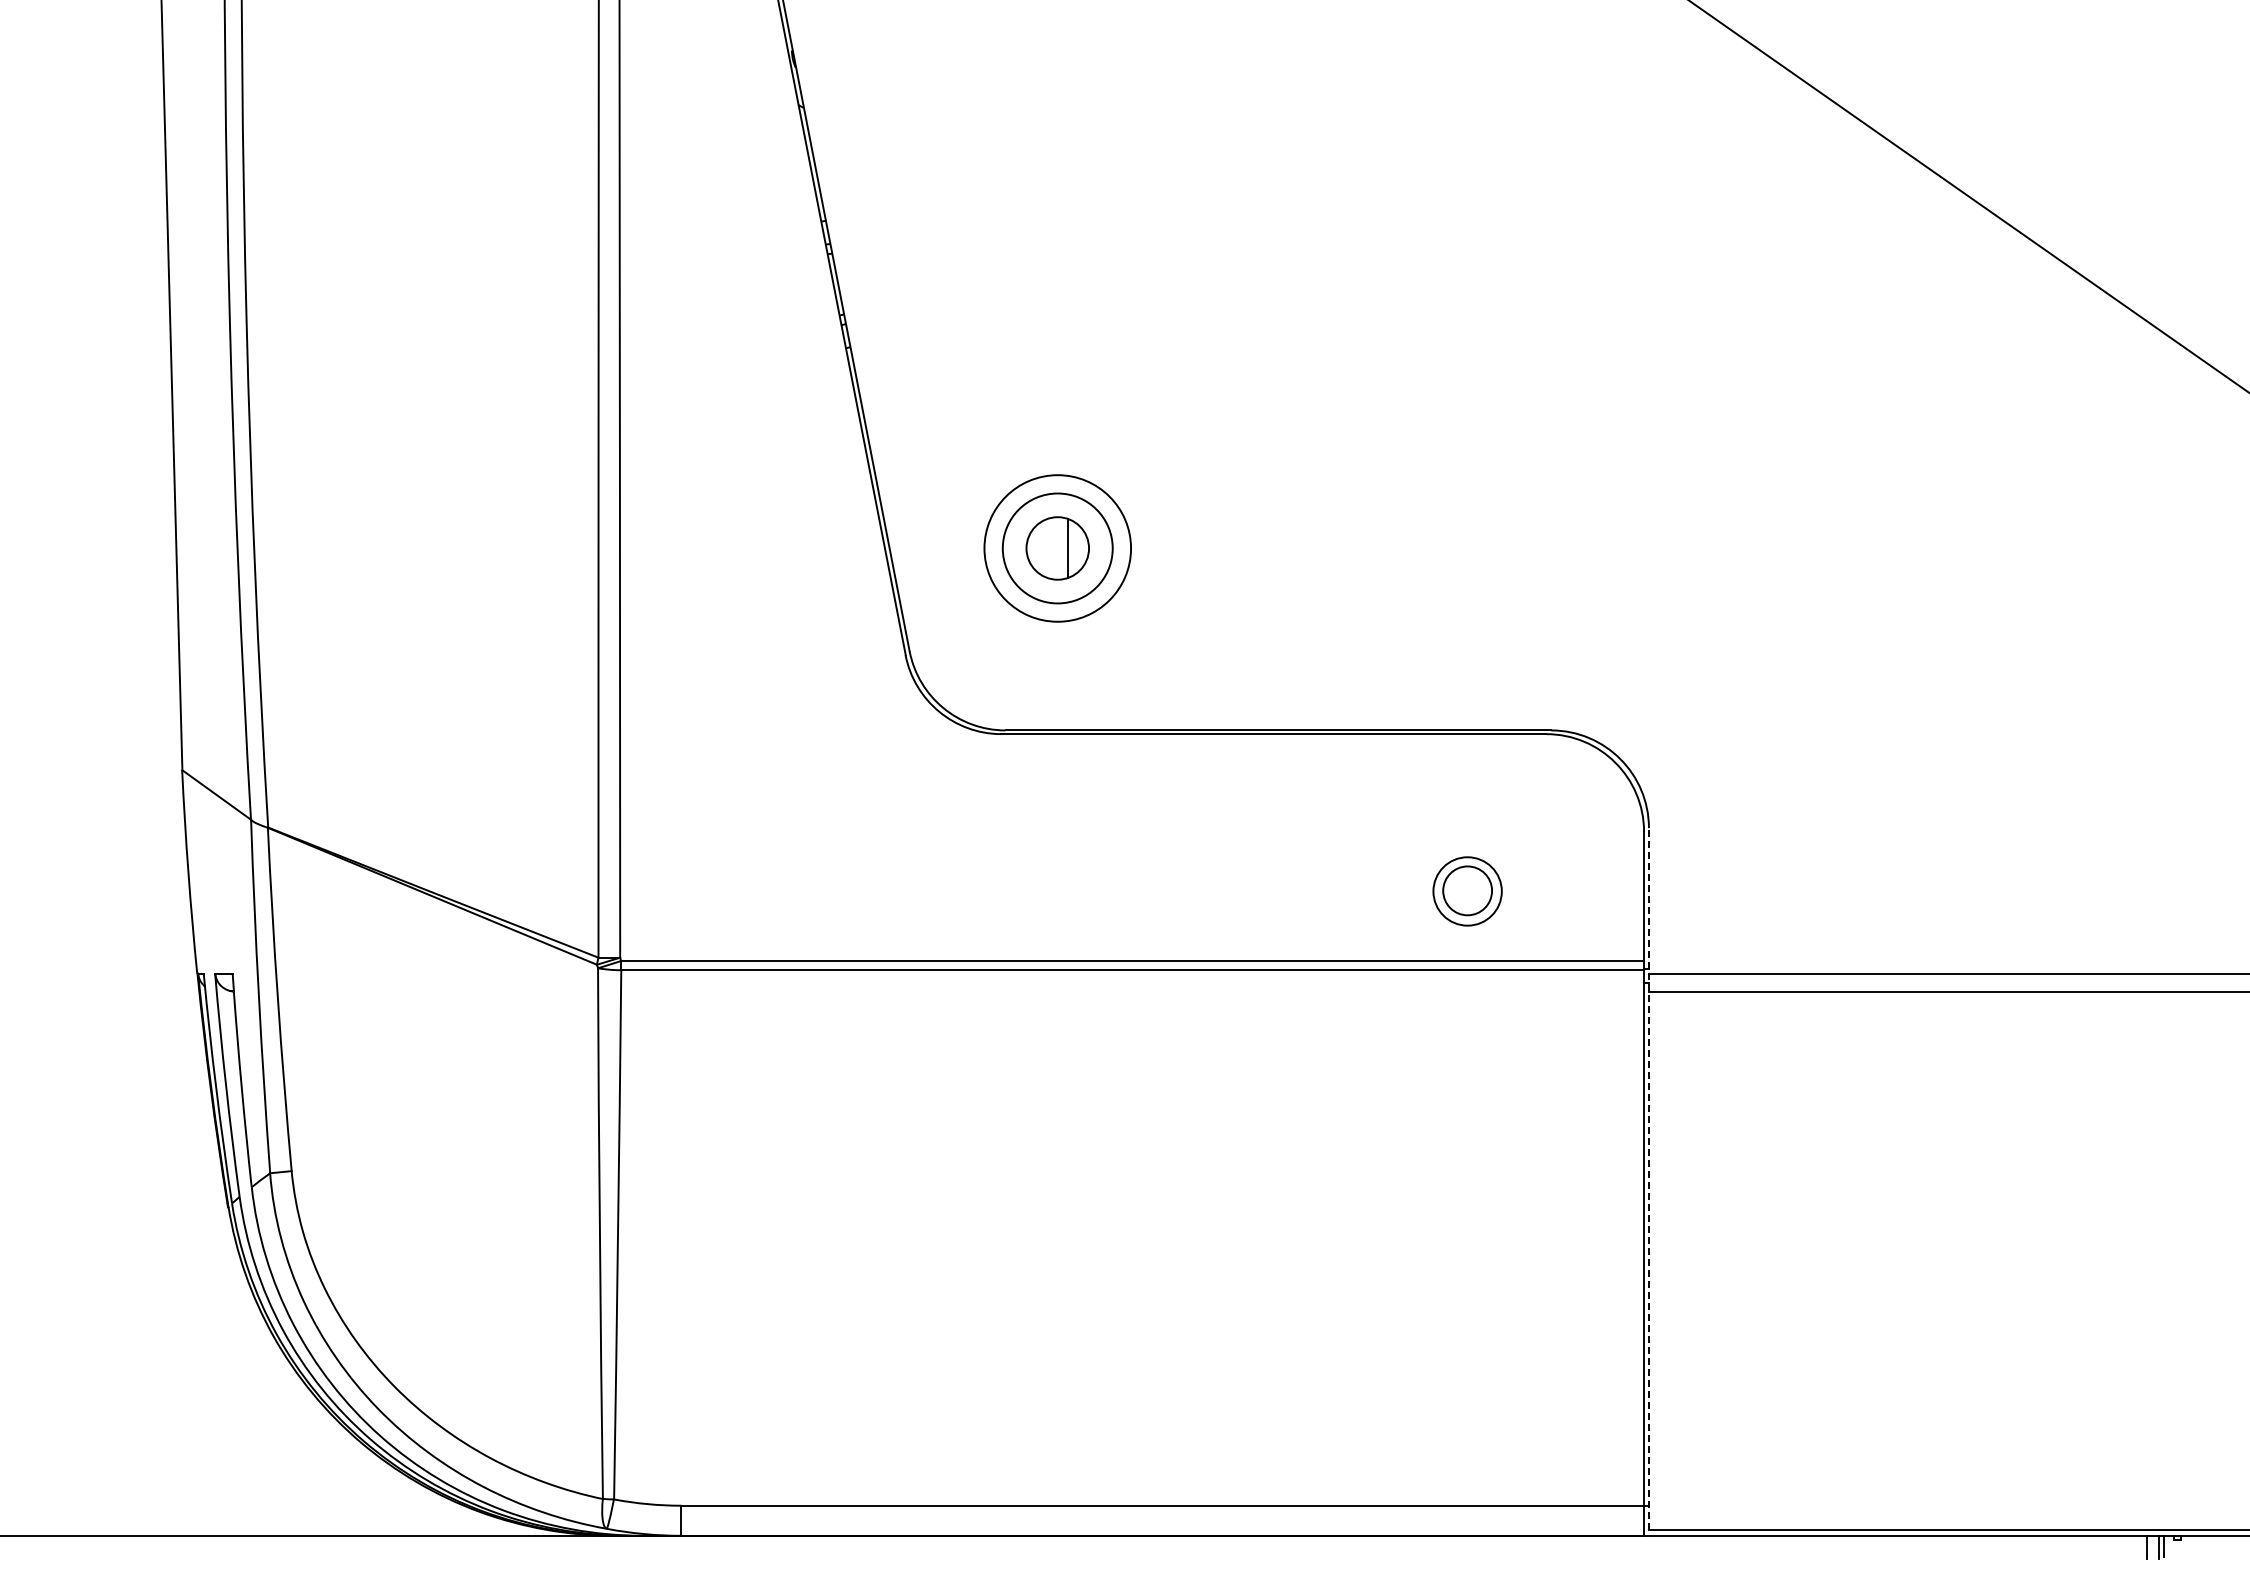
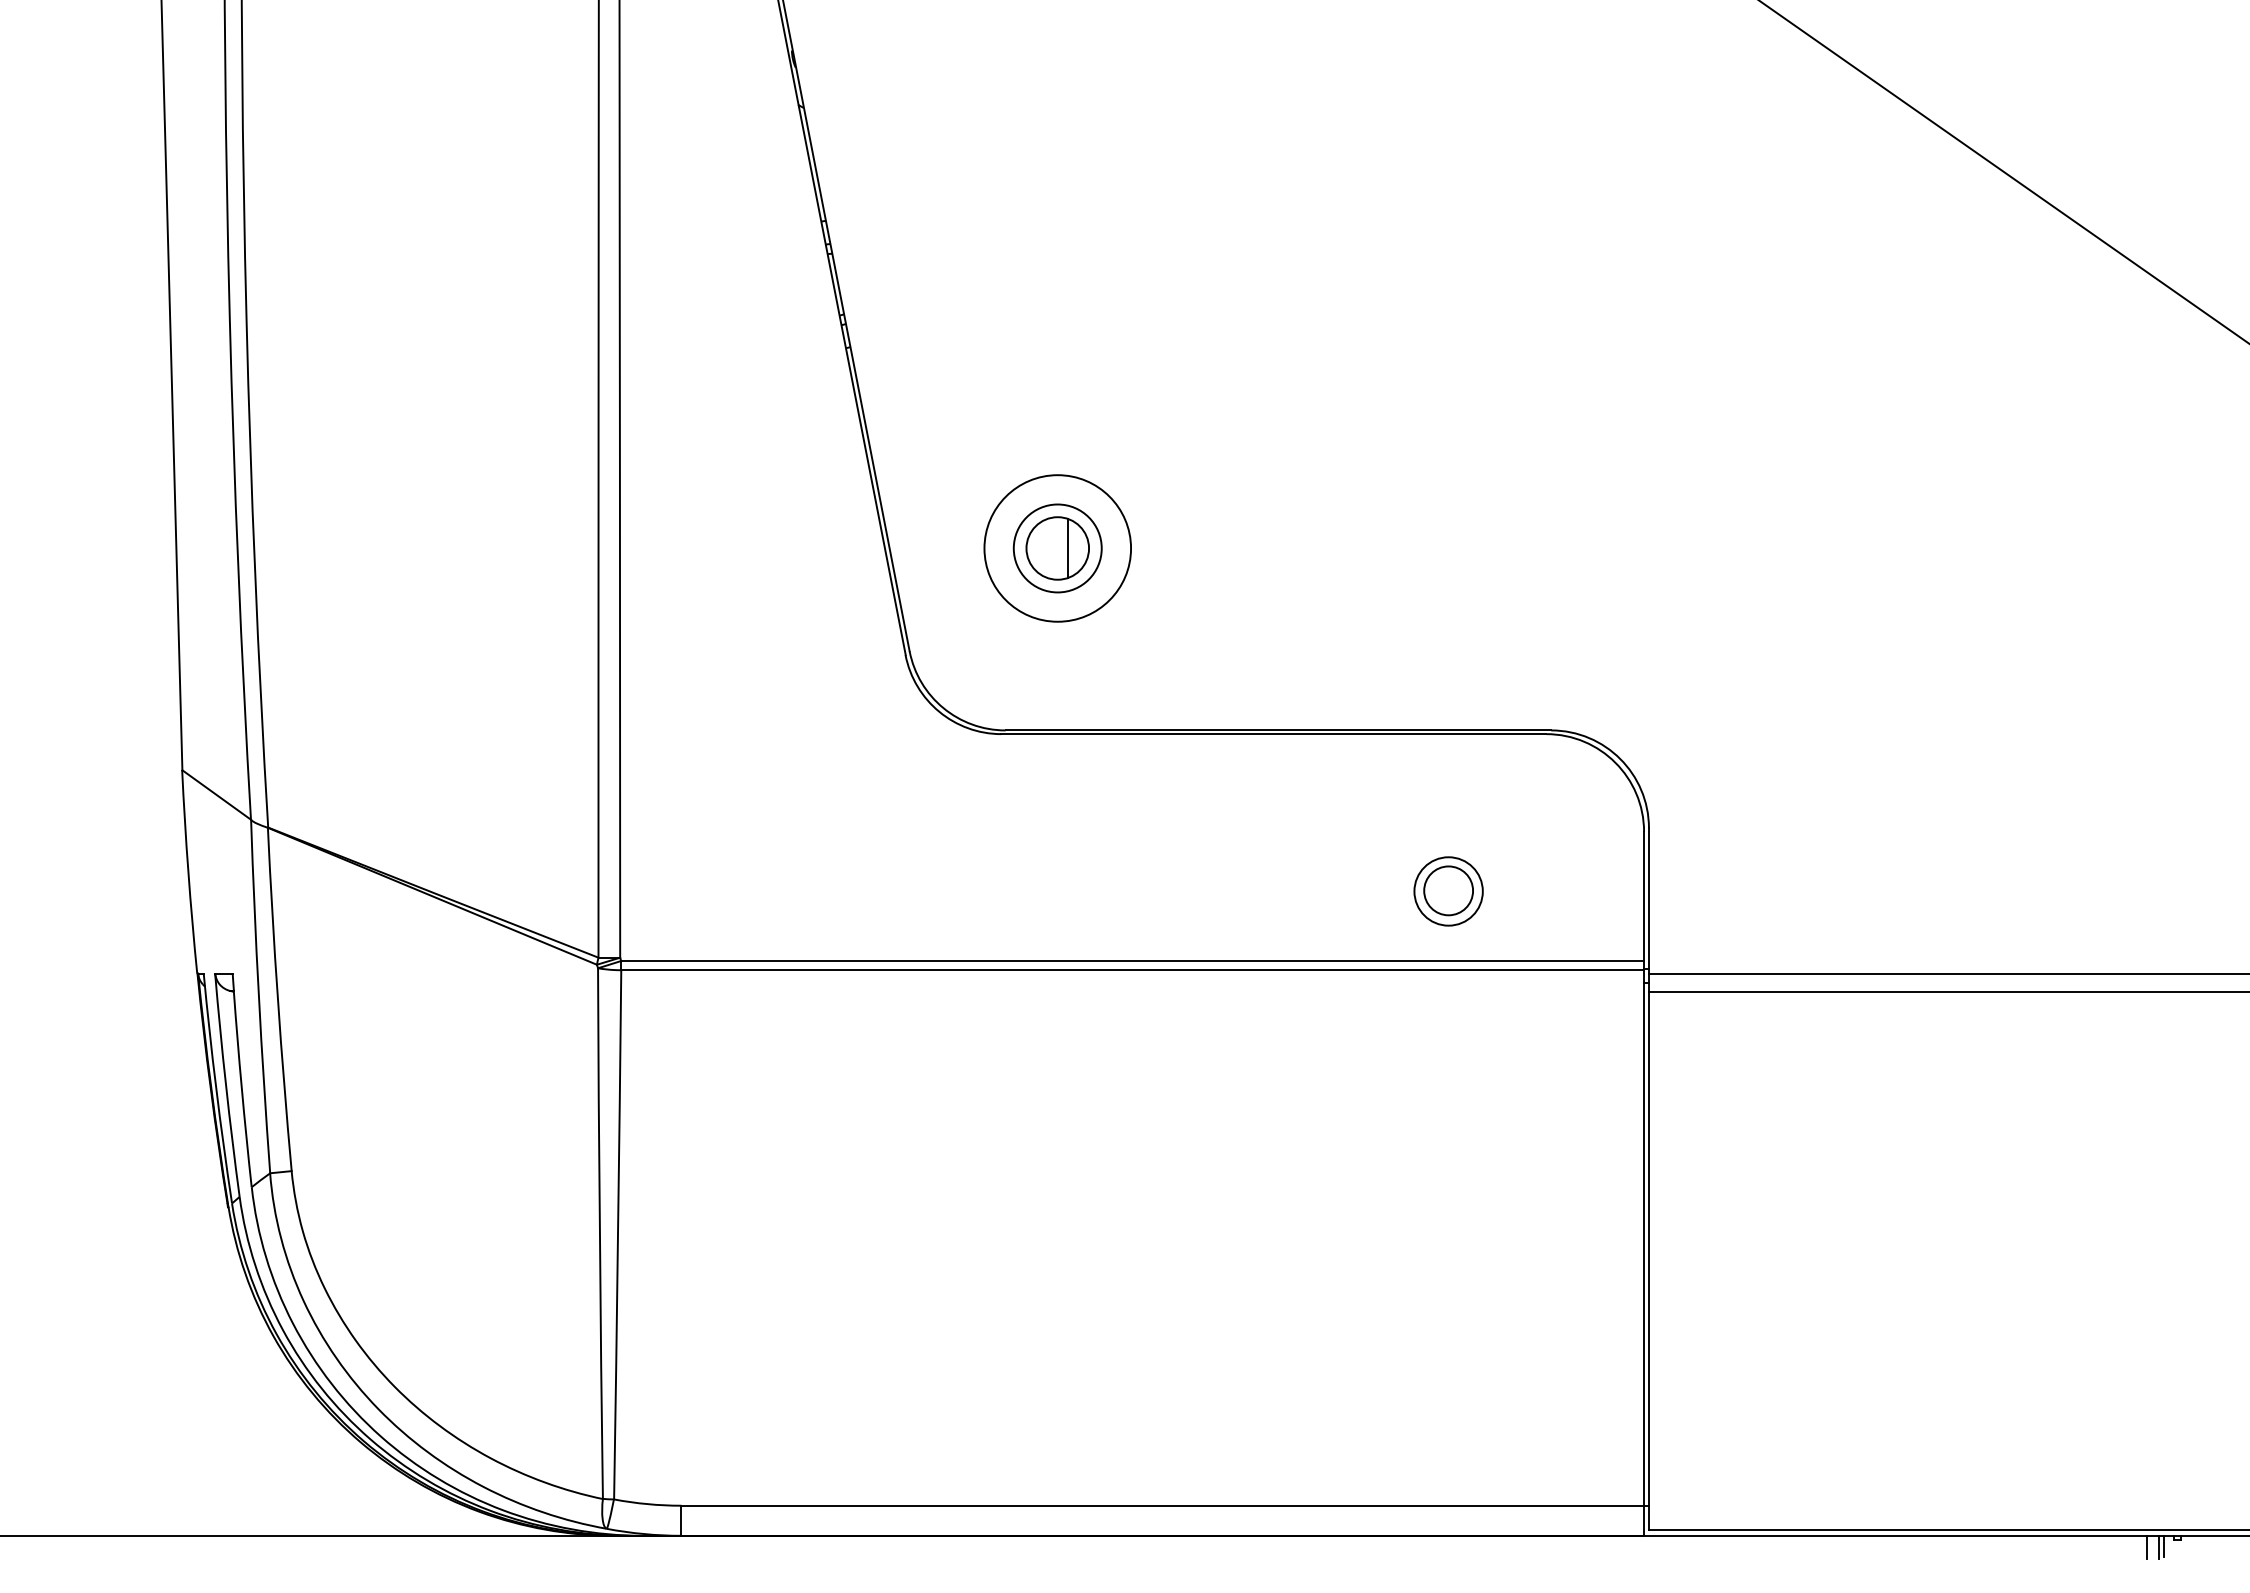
line at (1968, 196) position: (1968, 196) -> (2003, 171)
circle at (1057, 548) diameter: 110 px -> 88 px
part at (1467, 891) position: (1467, 891) -> (1448, 891)
line at (1648, 1178): dashed -> solid
